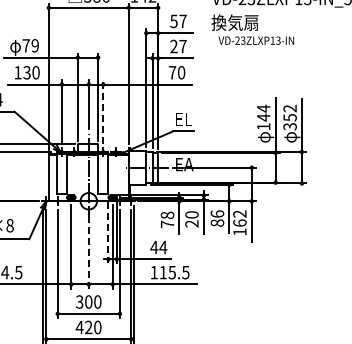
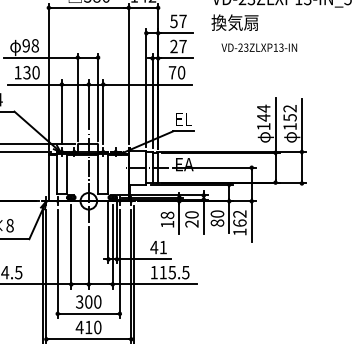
text at (256, 40) position: (256, 40) -> (259, 47)
text at (30, 45): 79 -> 98
line at (103, 112): dashed -> solid
text at (289, 126): 352 -> 152
text at (216, 213): 86 -> 80
text at (167, 224): 78 -> 18
line at (108, 232): dashed -> solid
text at (163, 247): 44 -> 41
line at (88, 257): dashed -> solid
text at (88, 327): 420 -> 410
